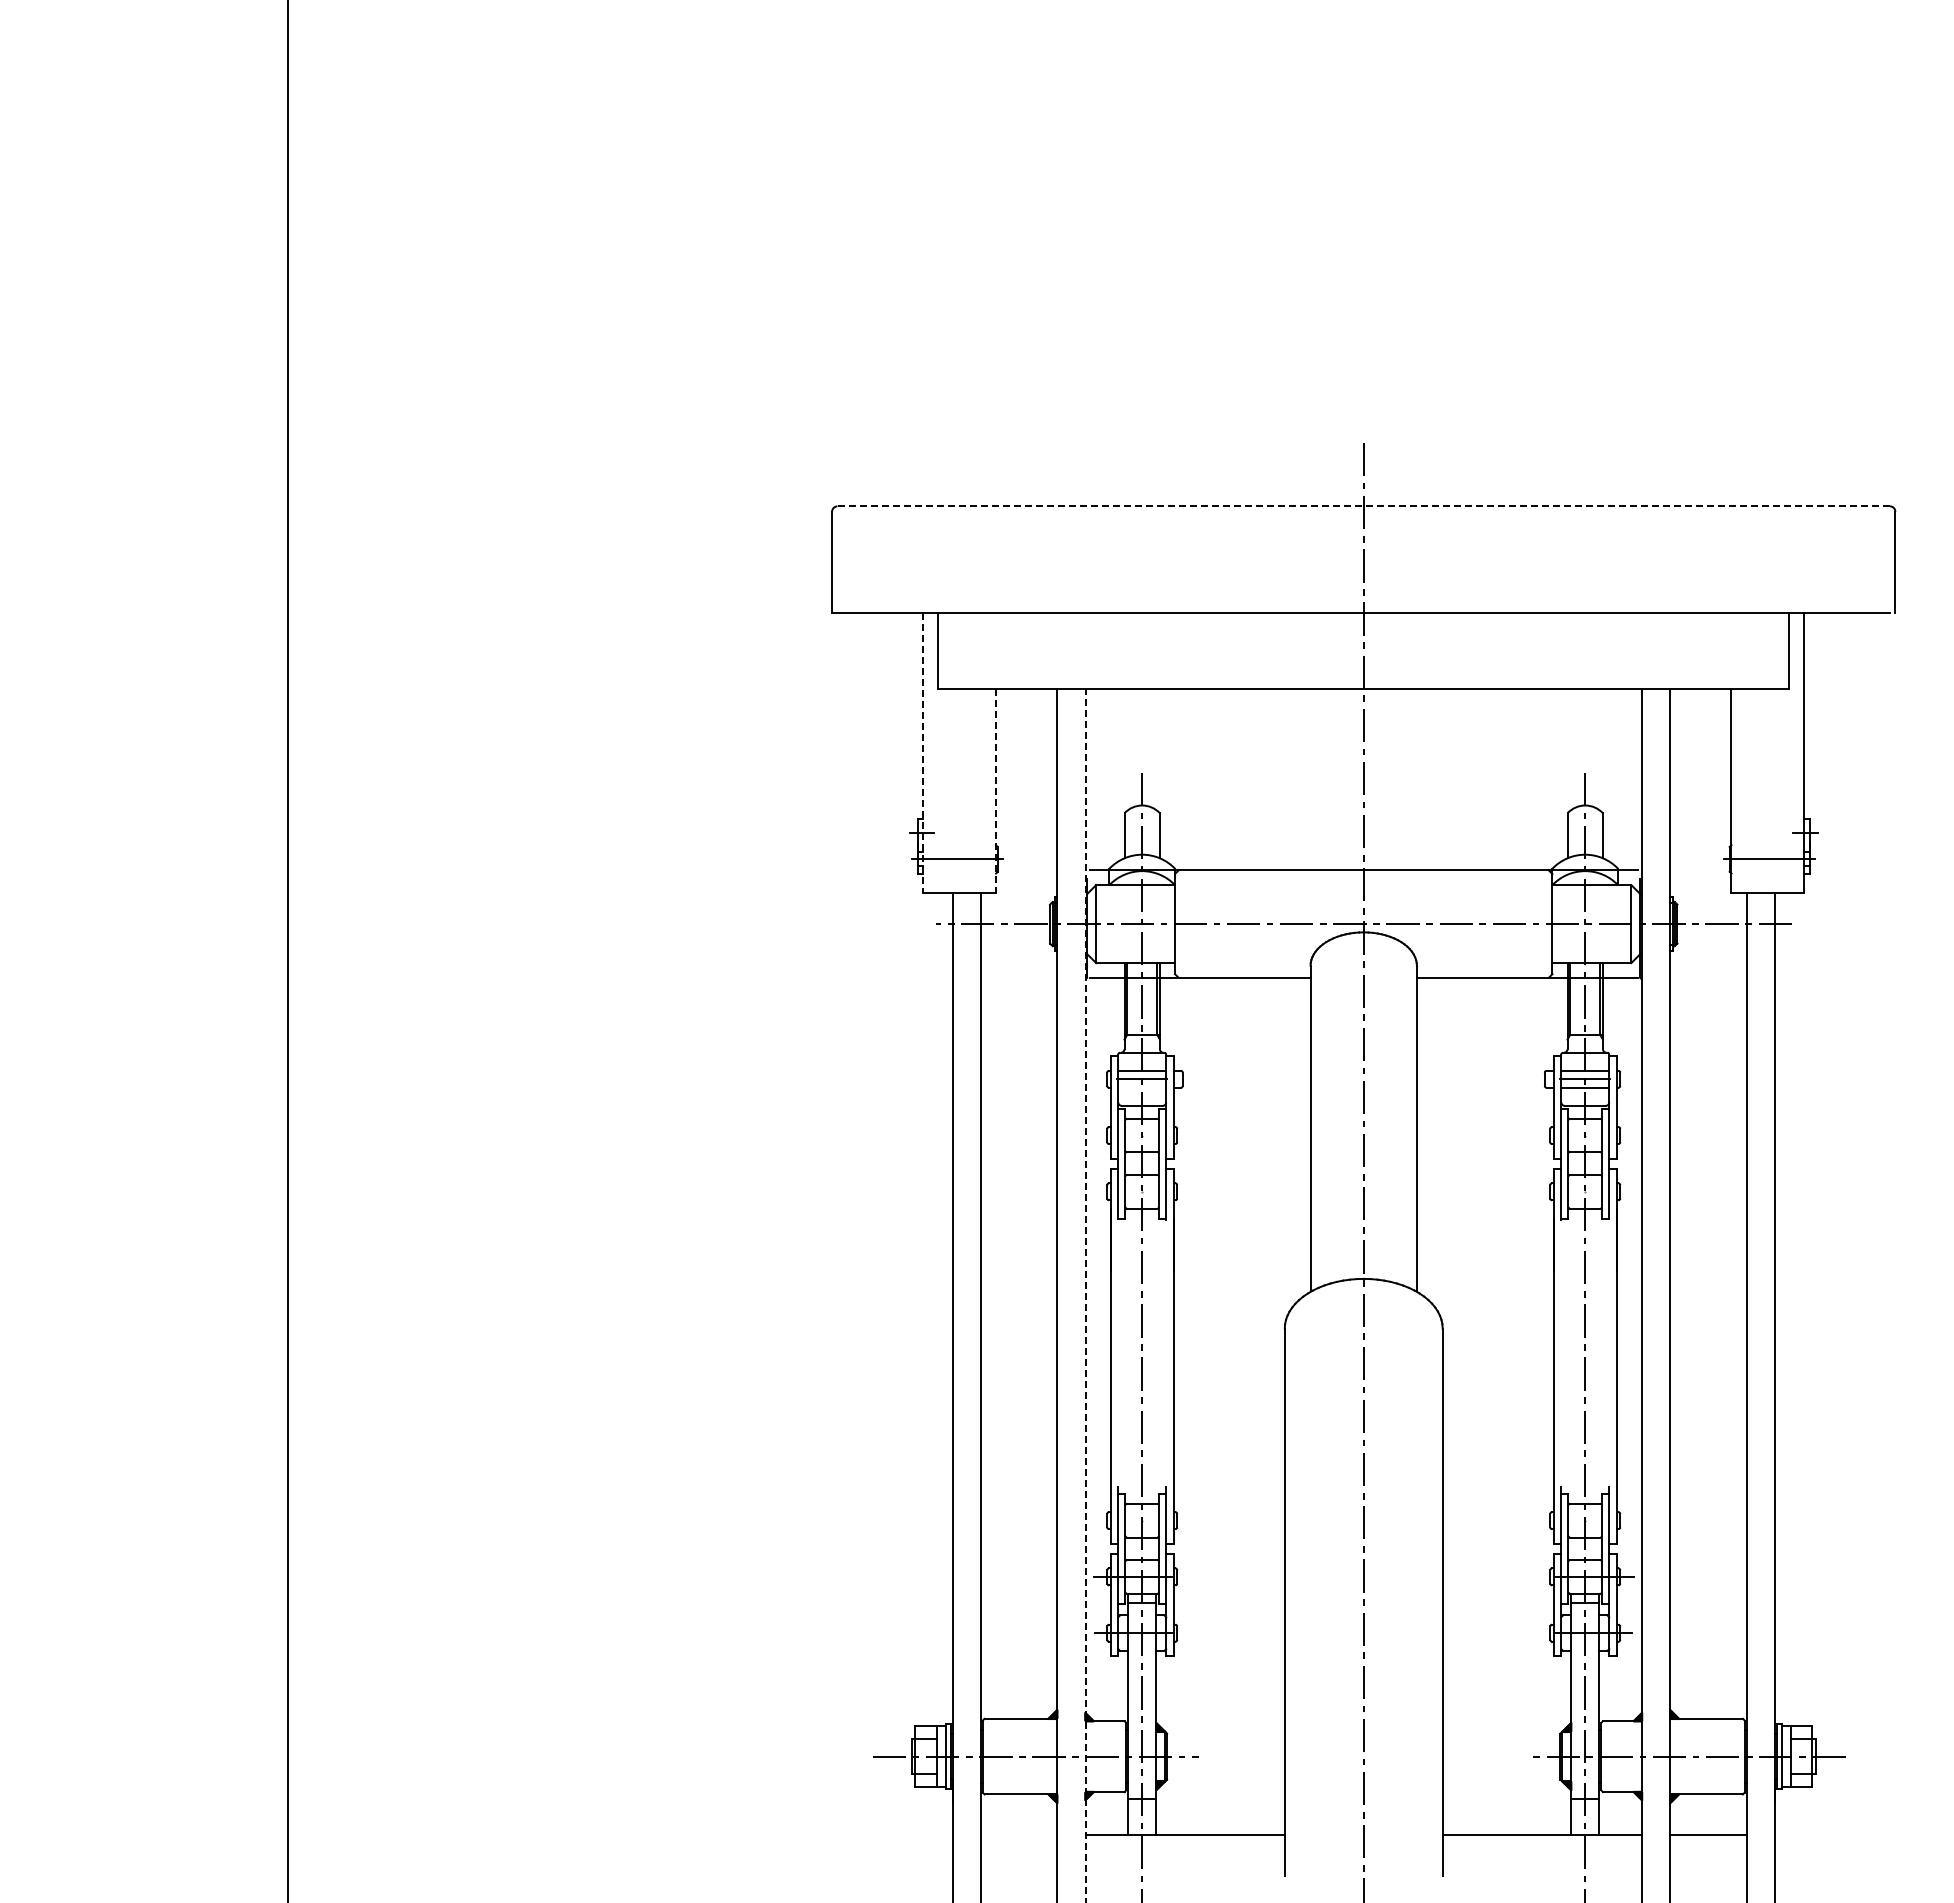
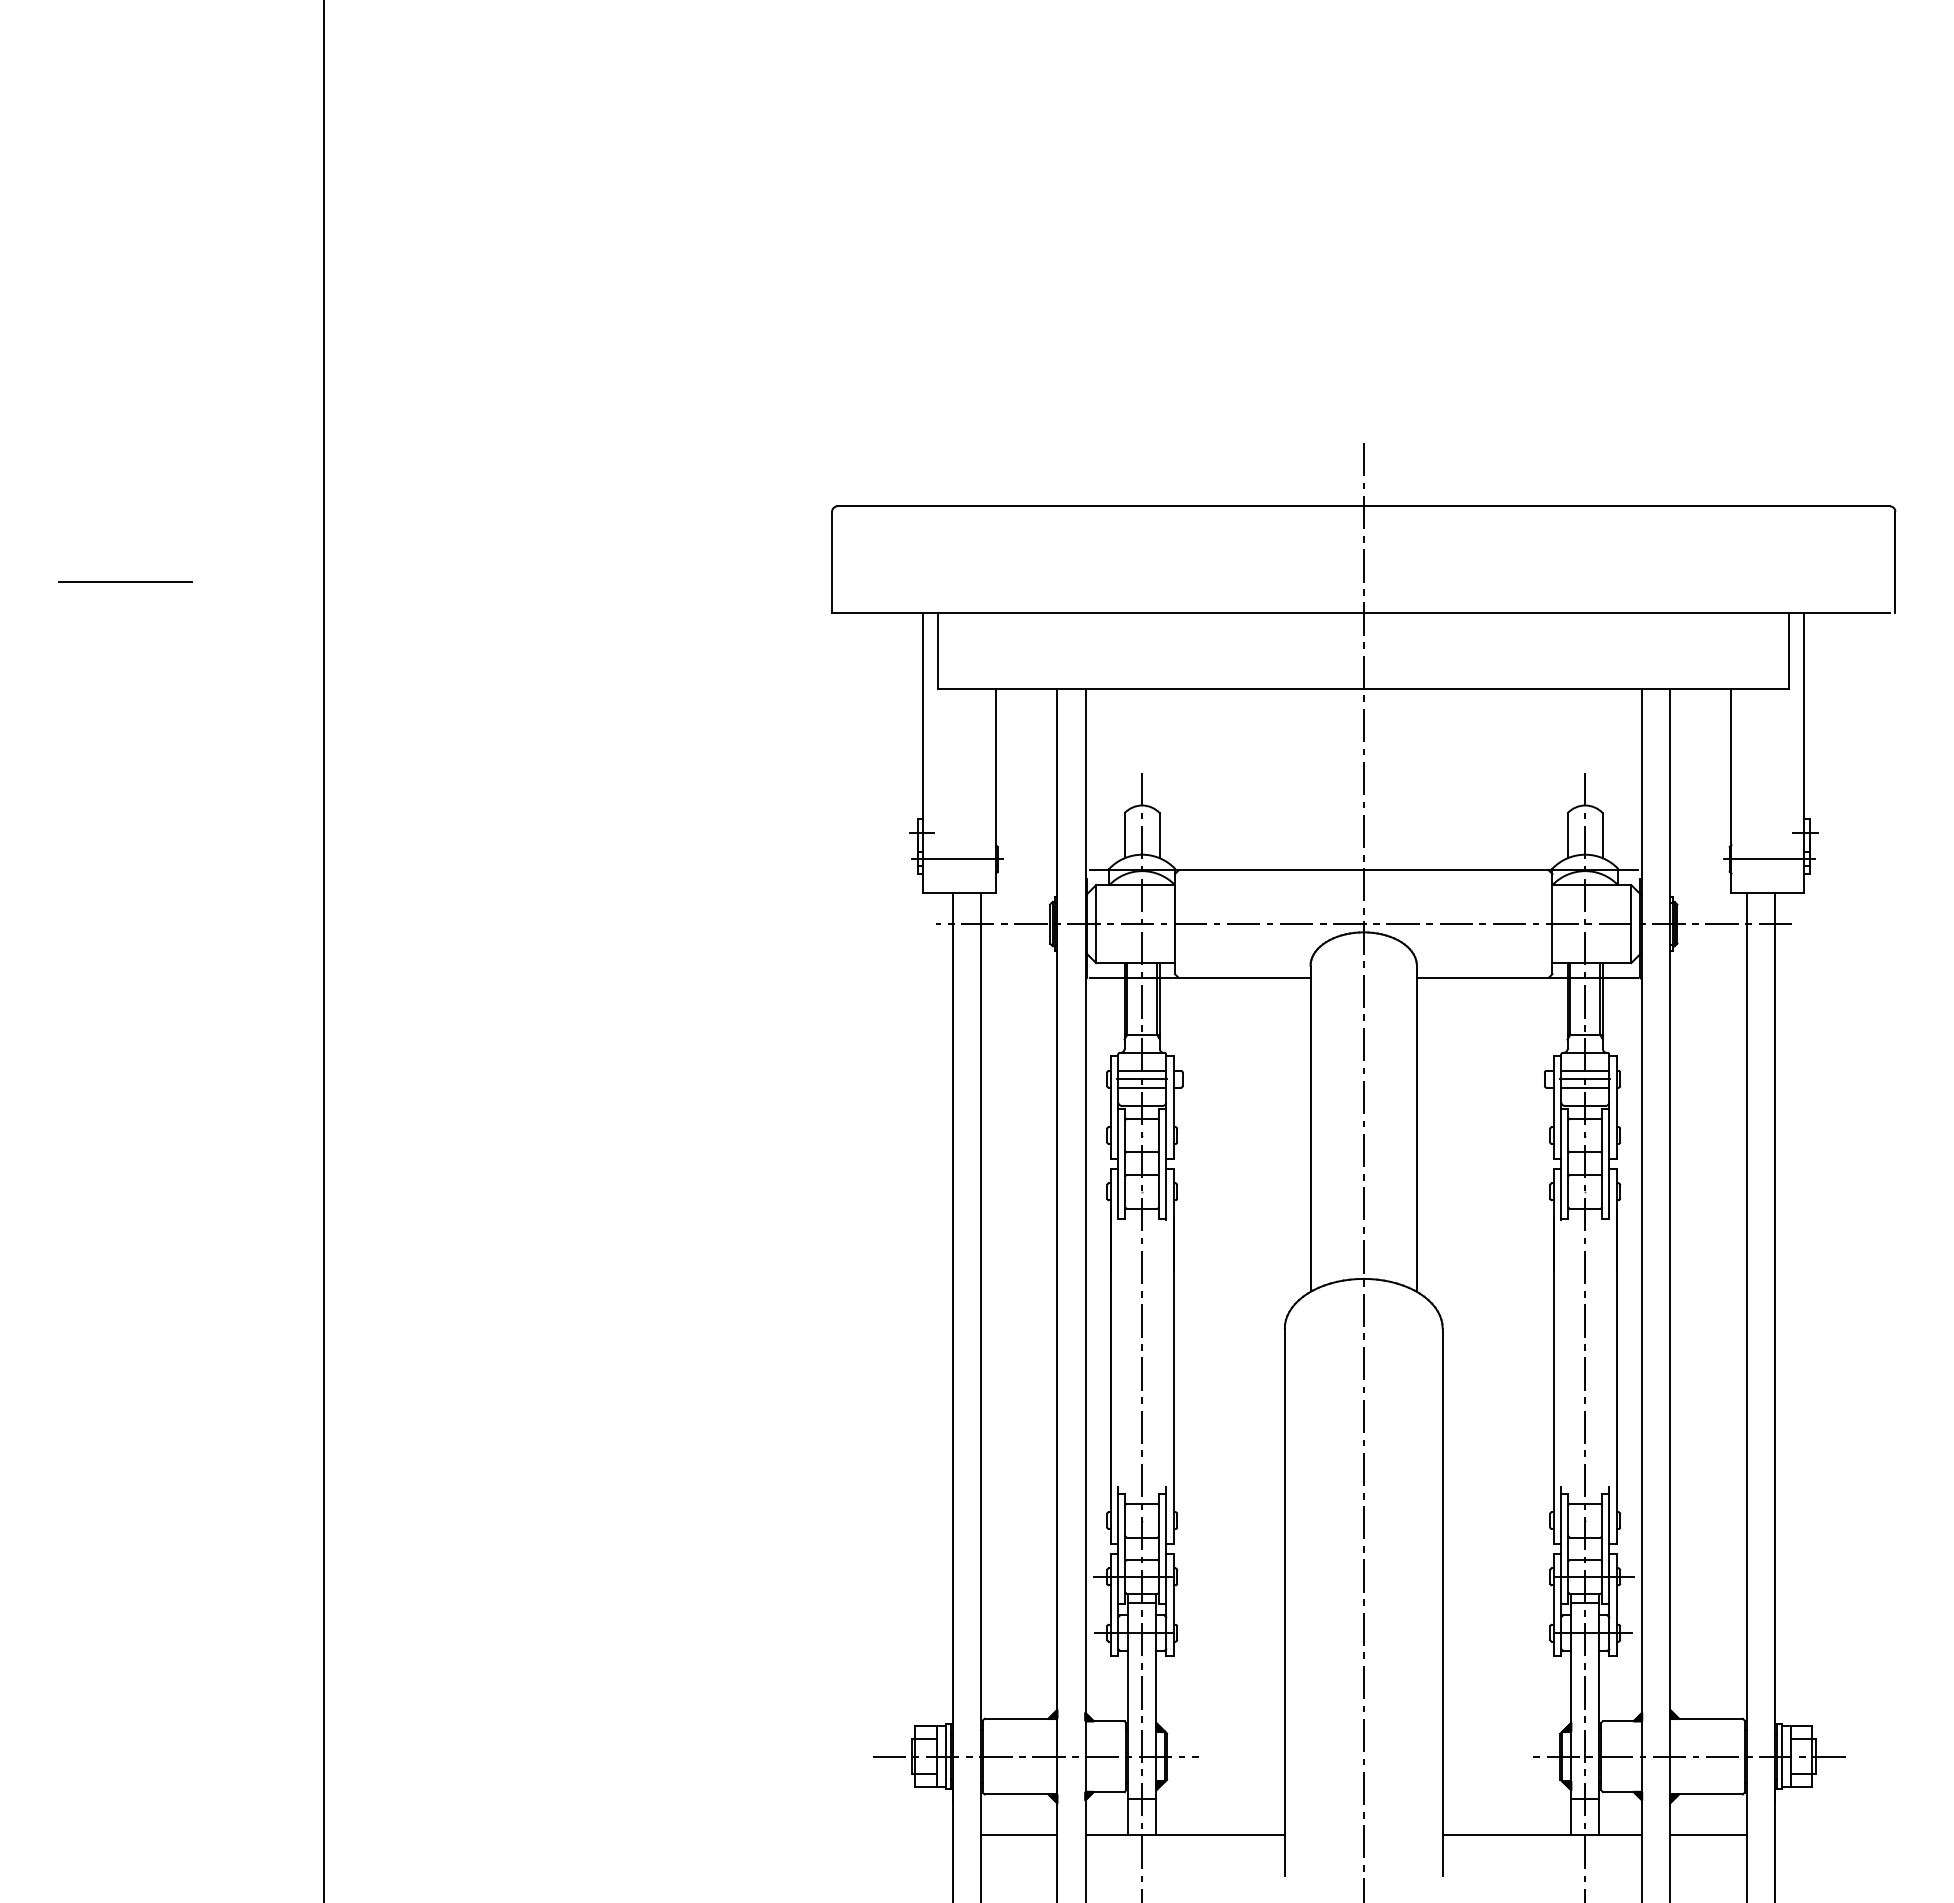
line at (1363, 506): dashed -> solid
line at (125, 581): none -> present
line at (923, 753): dashed -> solid
line at (996, 791): dashed -> solid
line at (288, 950) position: (288, 950) -> (324, 950)
line at (1142, 1087): none -> present
line at (1085, 1296): dashed -> solid
line at (1018, 1835): none -> present
